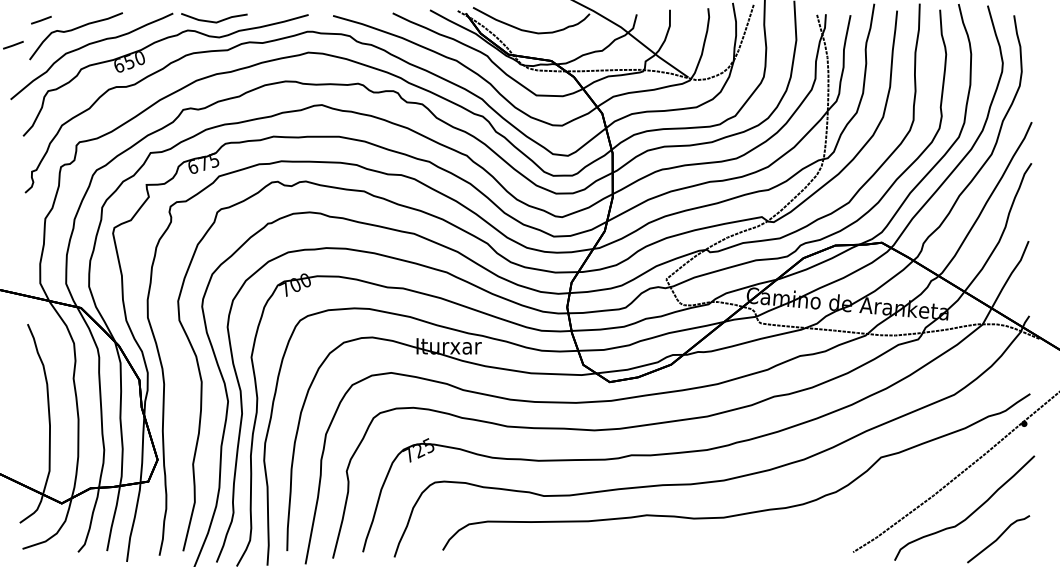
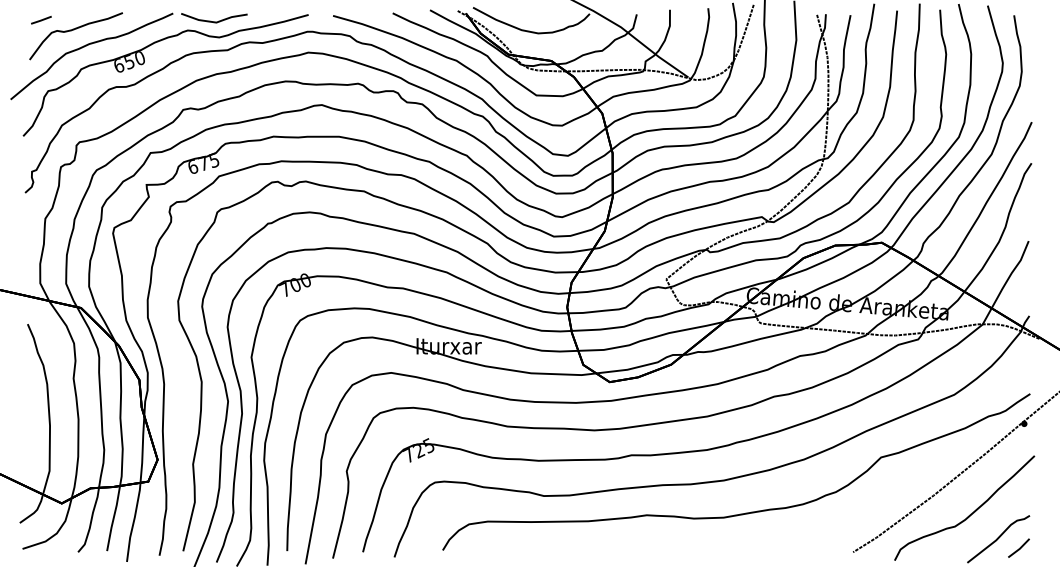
line at (13, 44): present -> none
line at (1019, 547): none -> present
